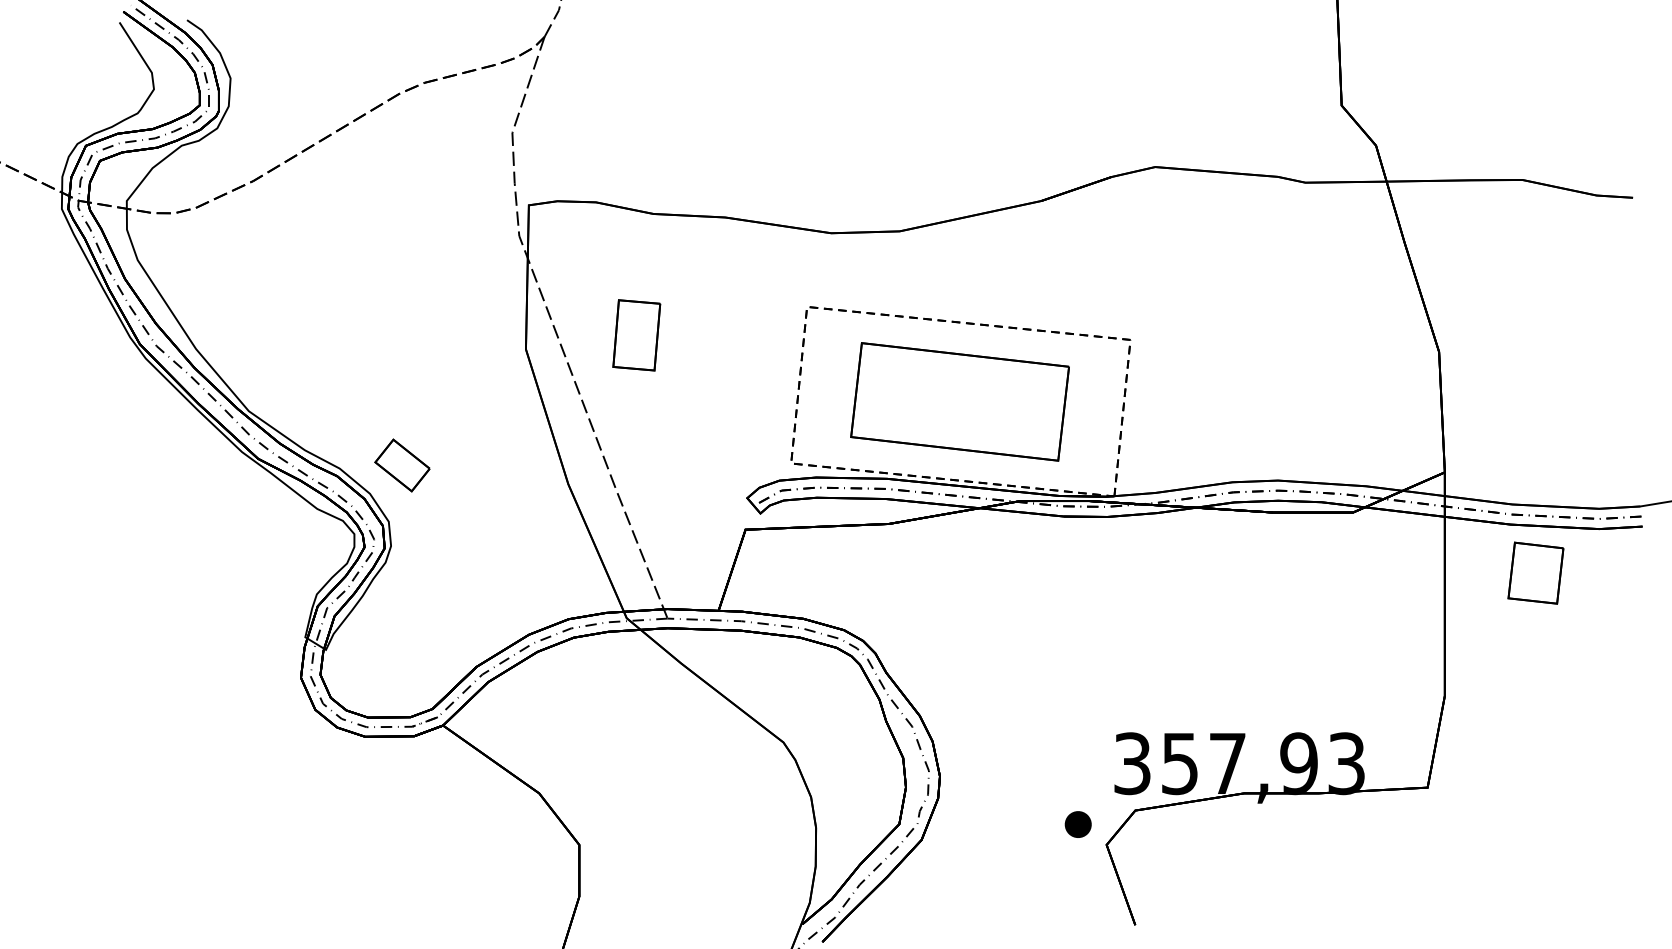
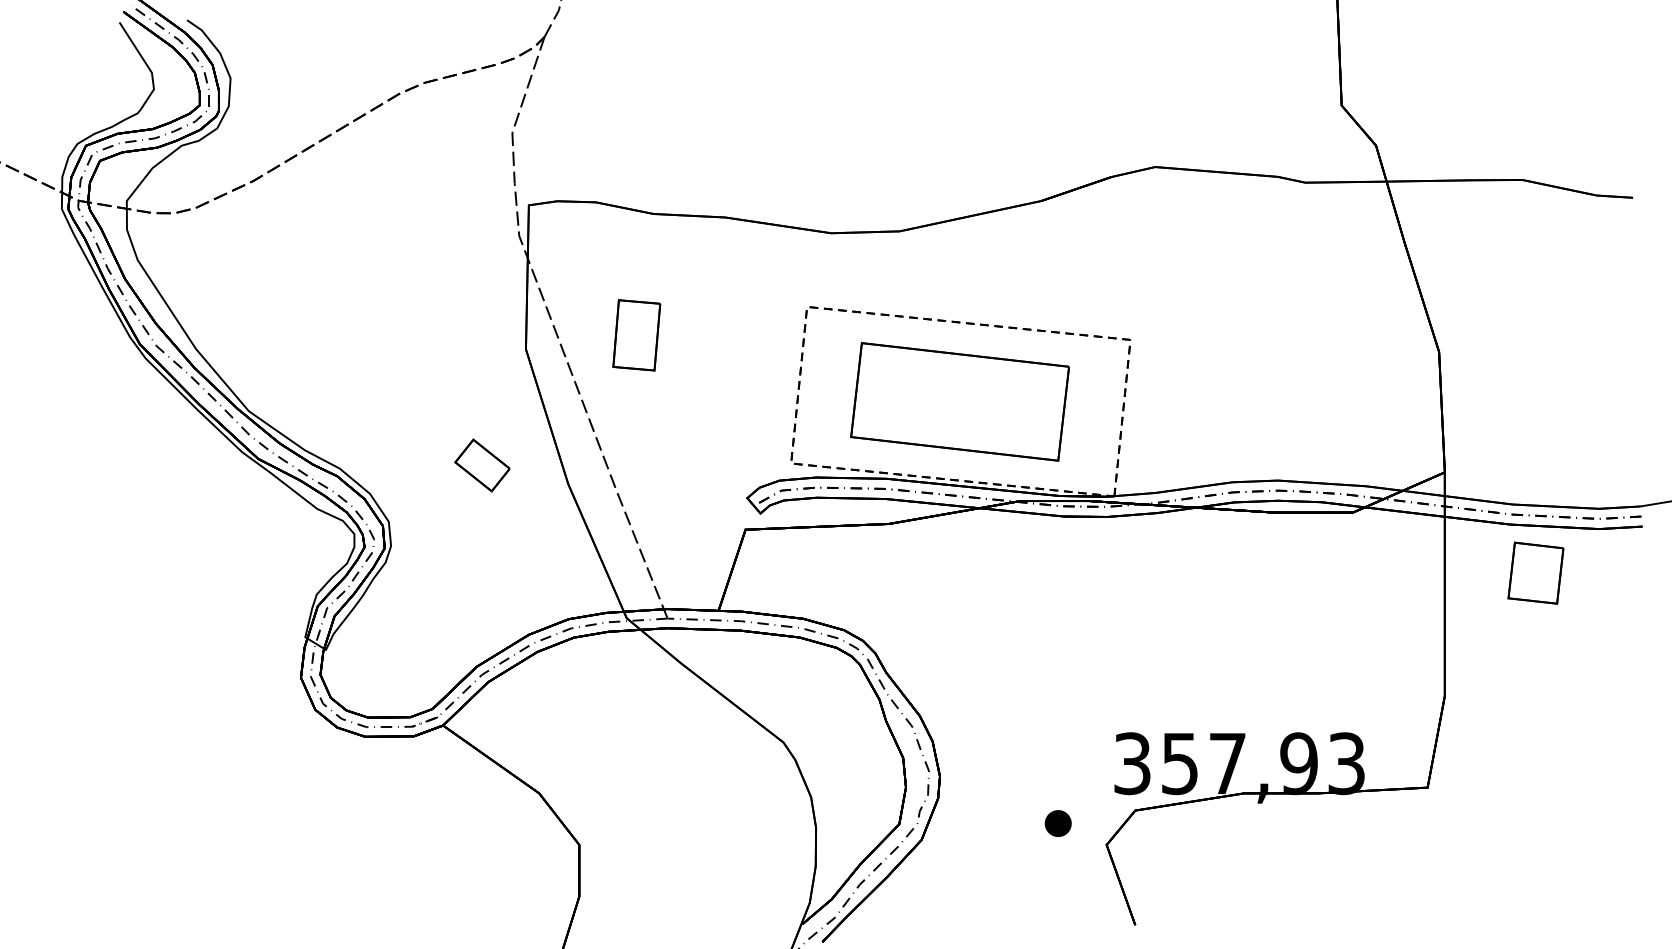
part at (402, 465) position: (402, 465) -> (482, 465)
part at (1077, 824) position: (1077, 824) -> (1057, 823)
